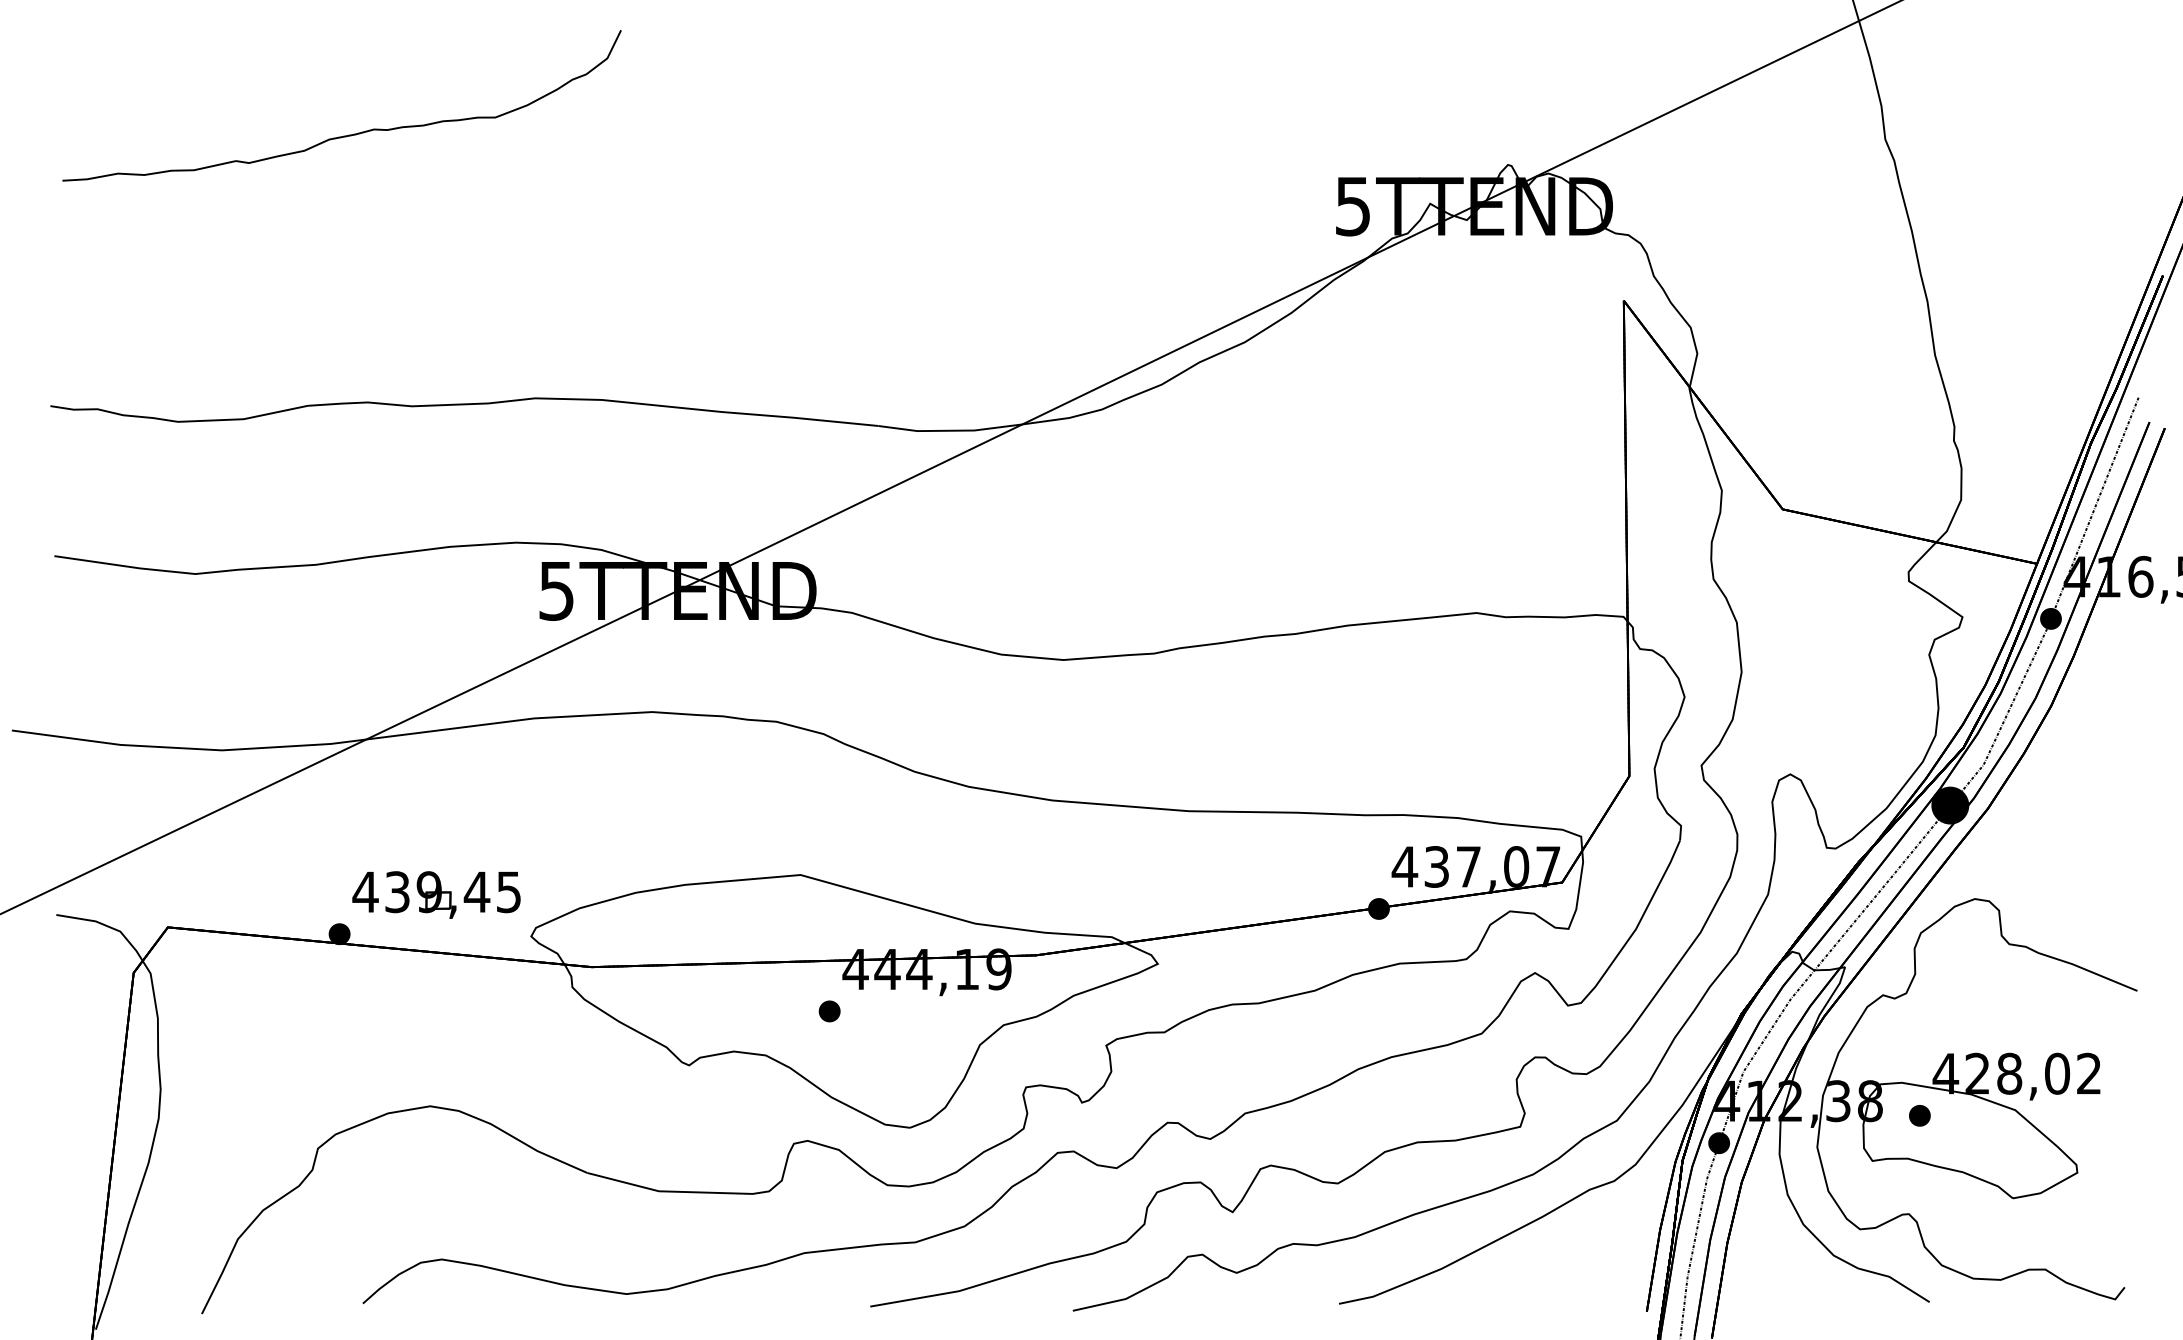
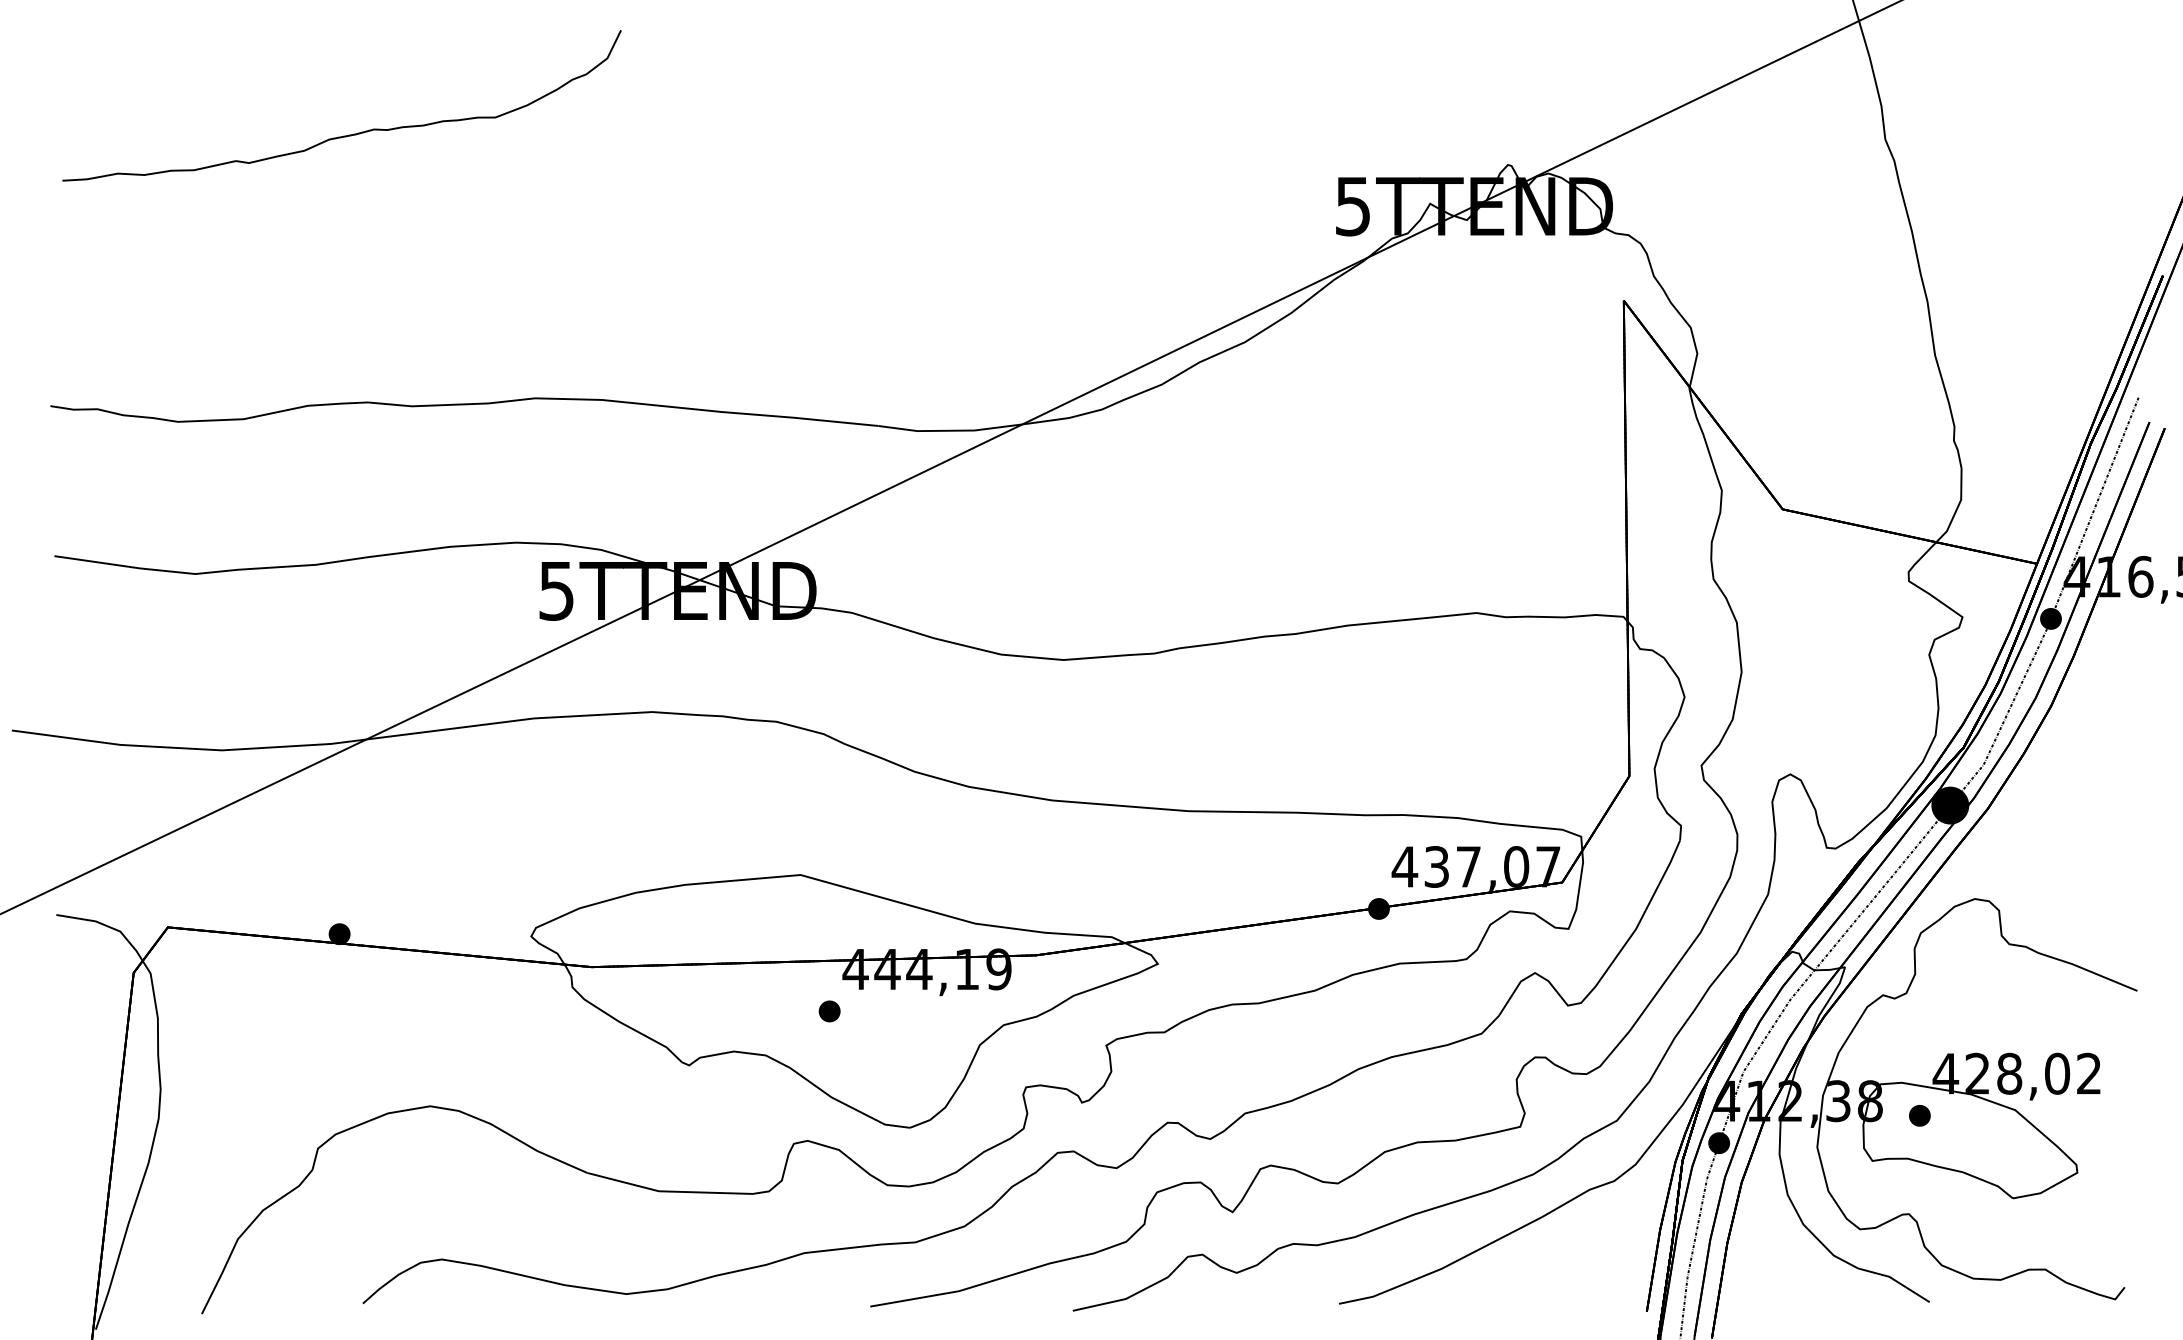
part at (436, 894): present -> none
